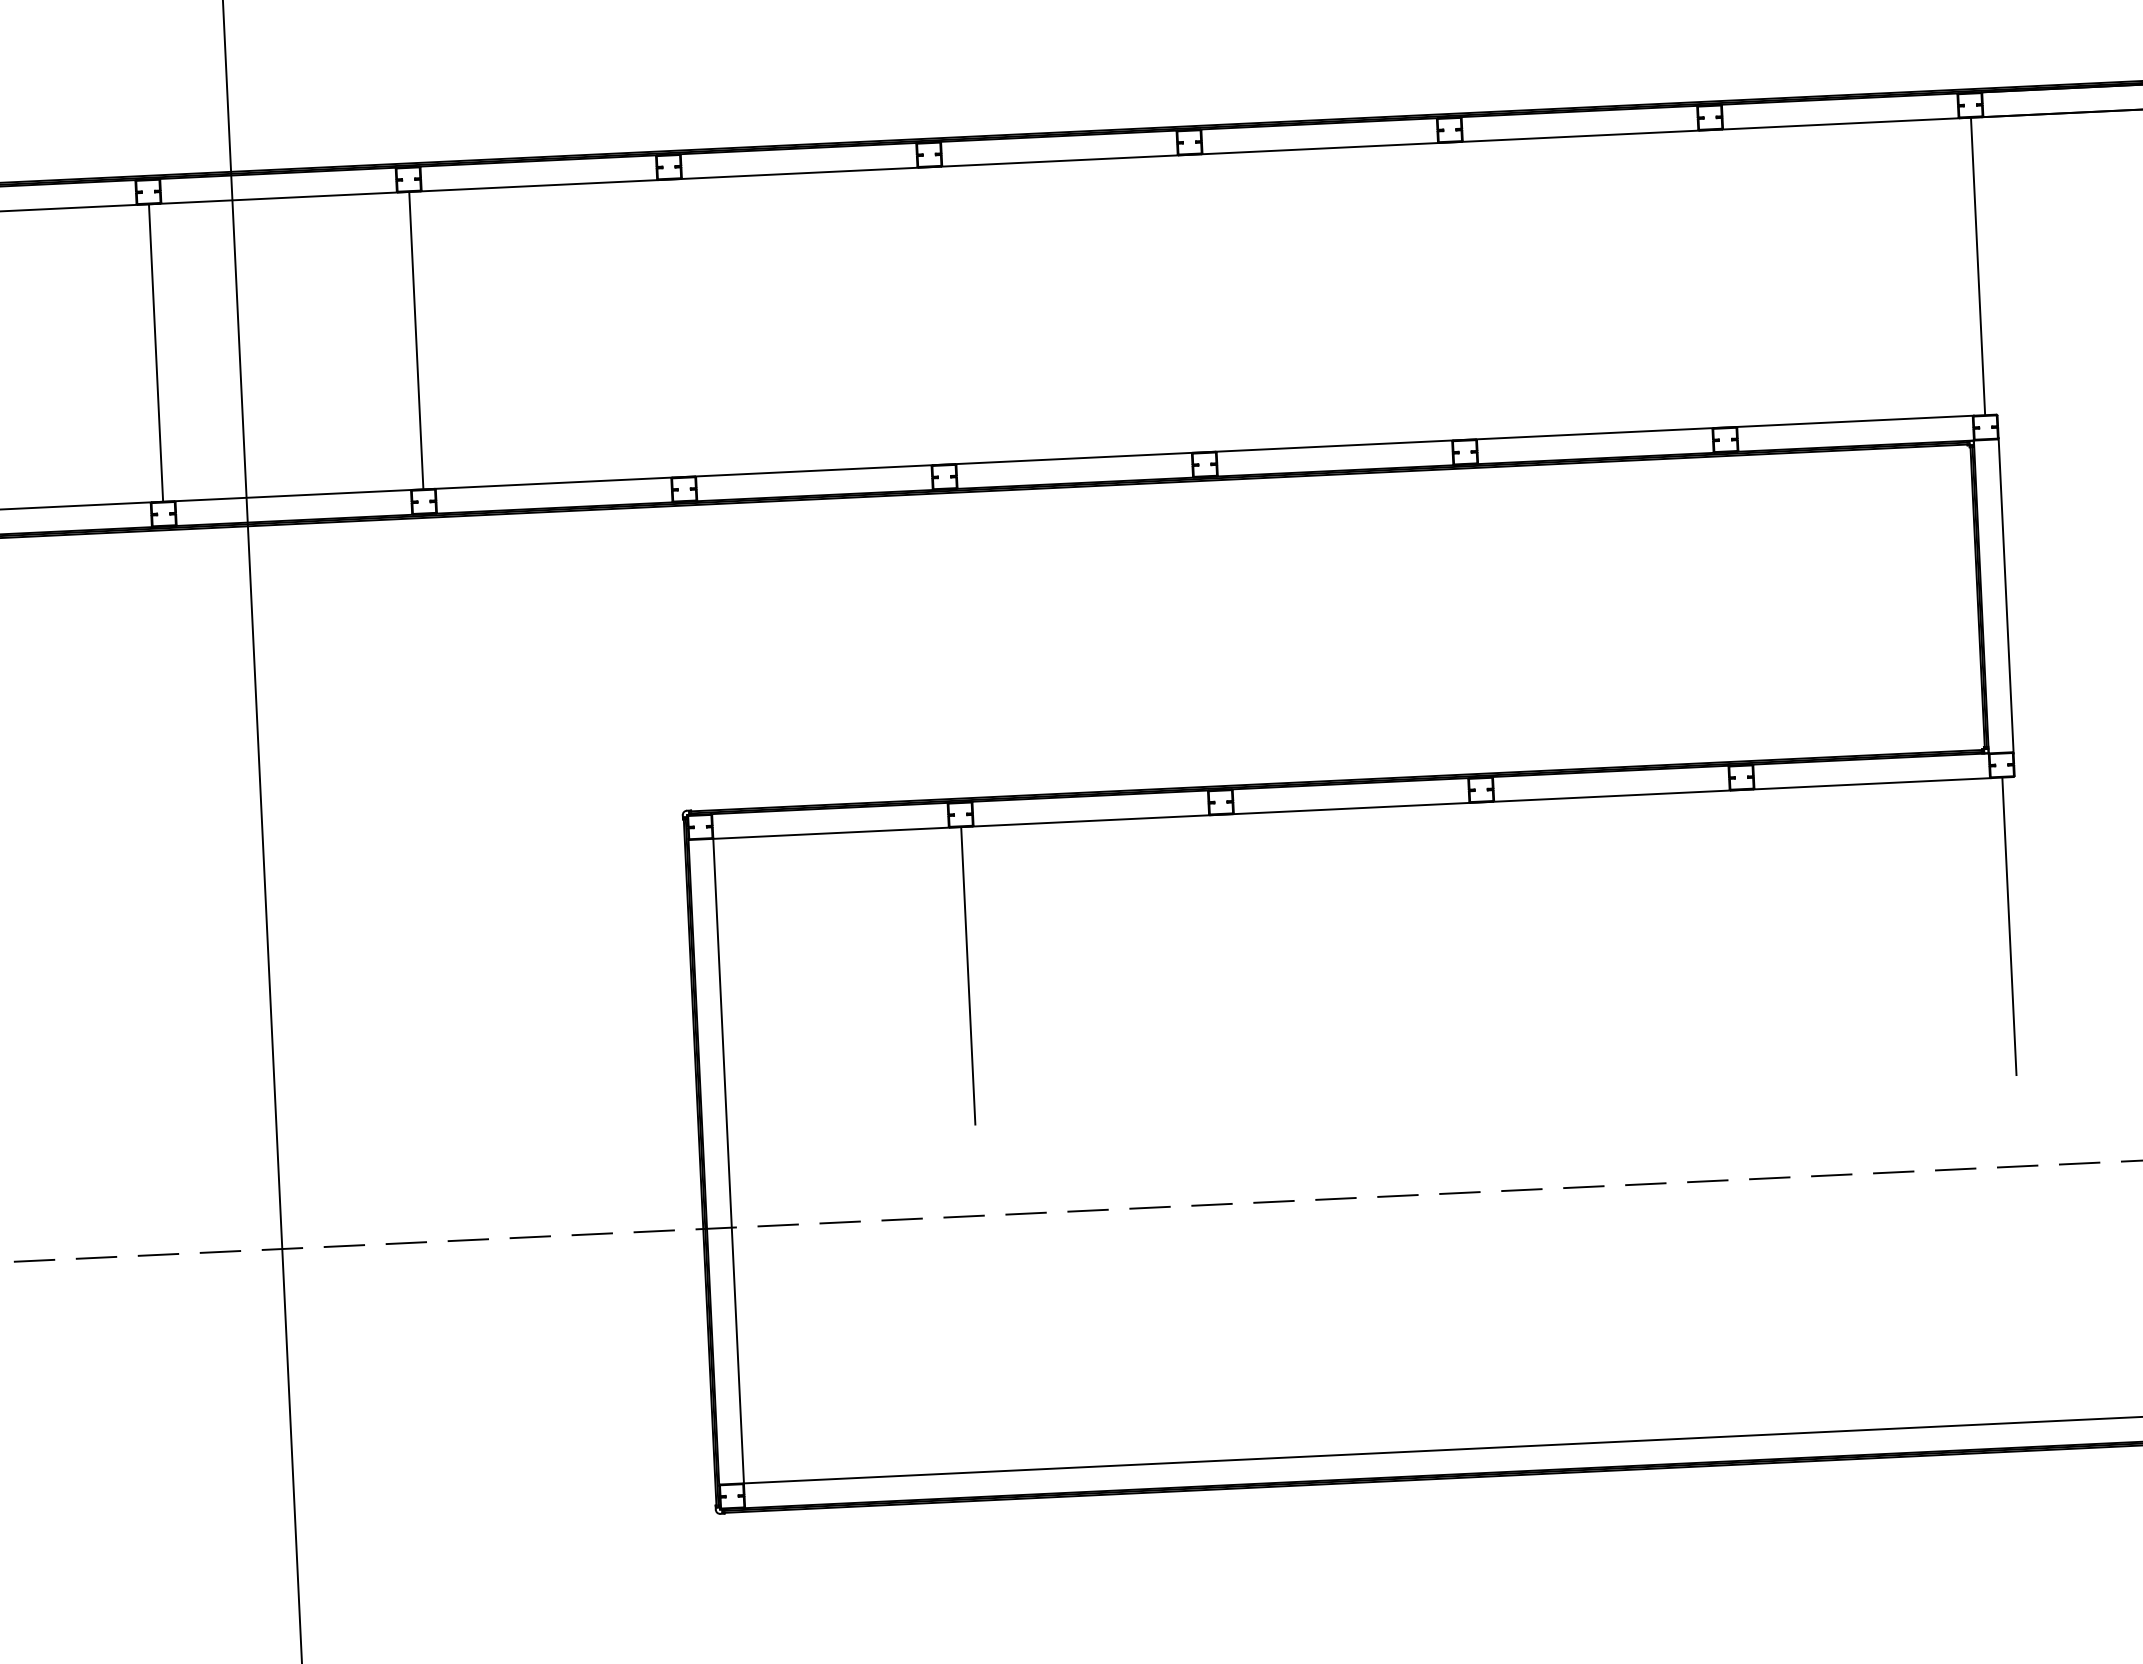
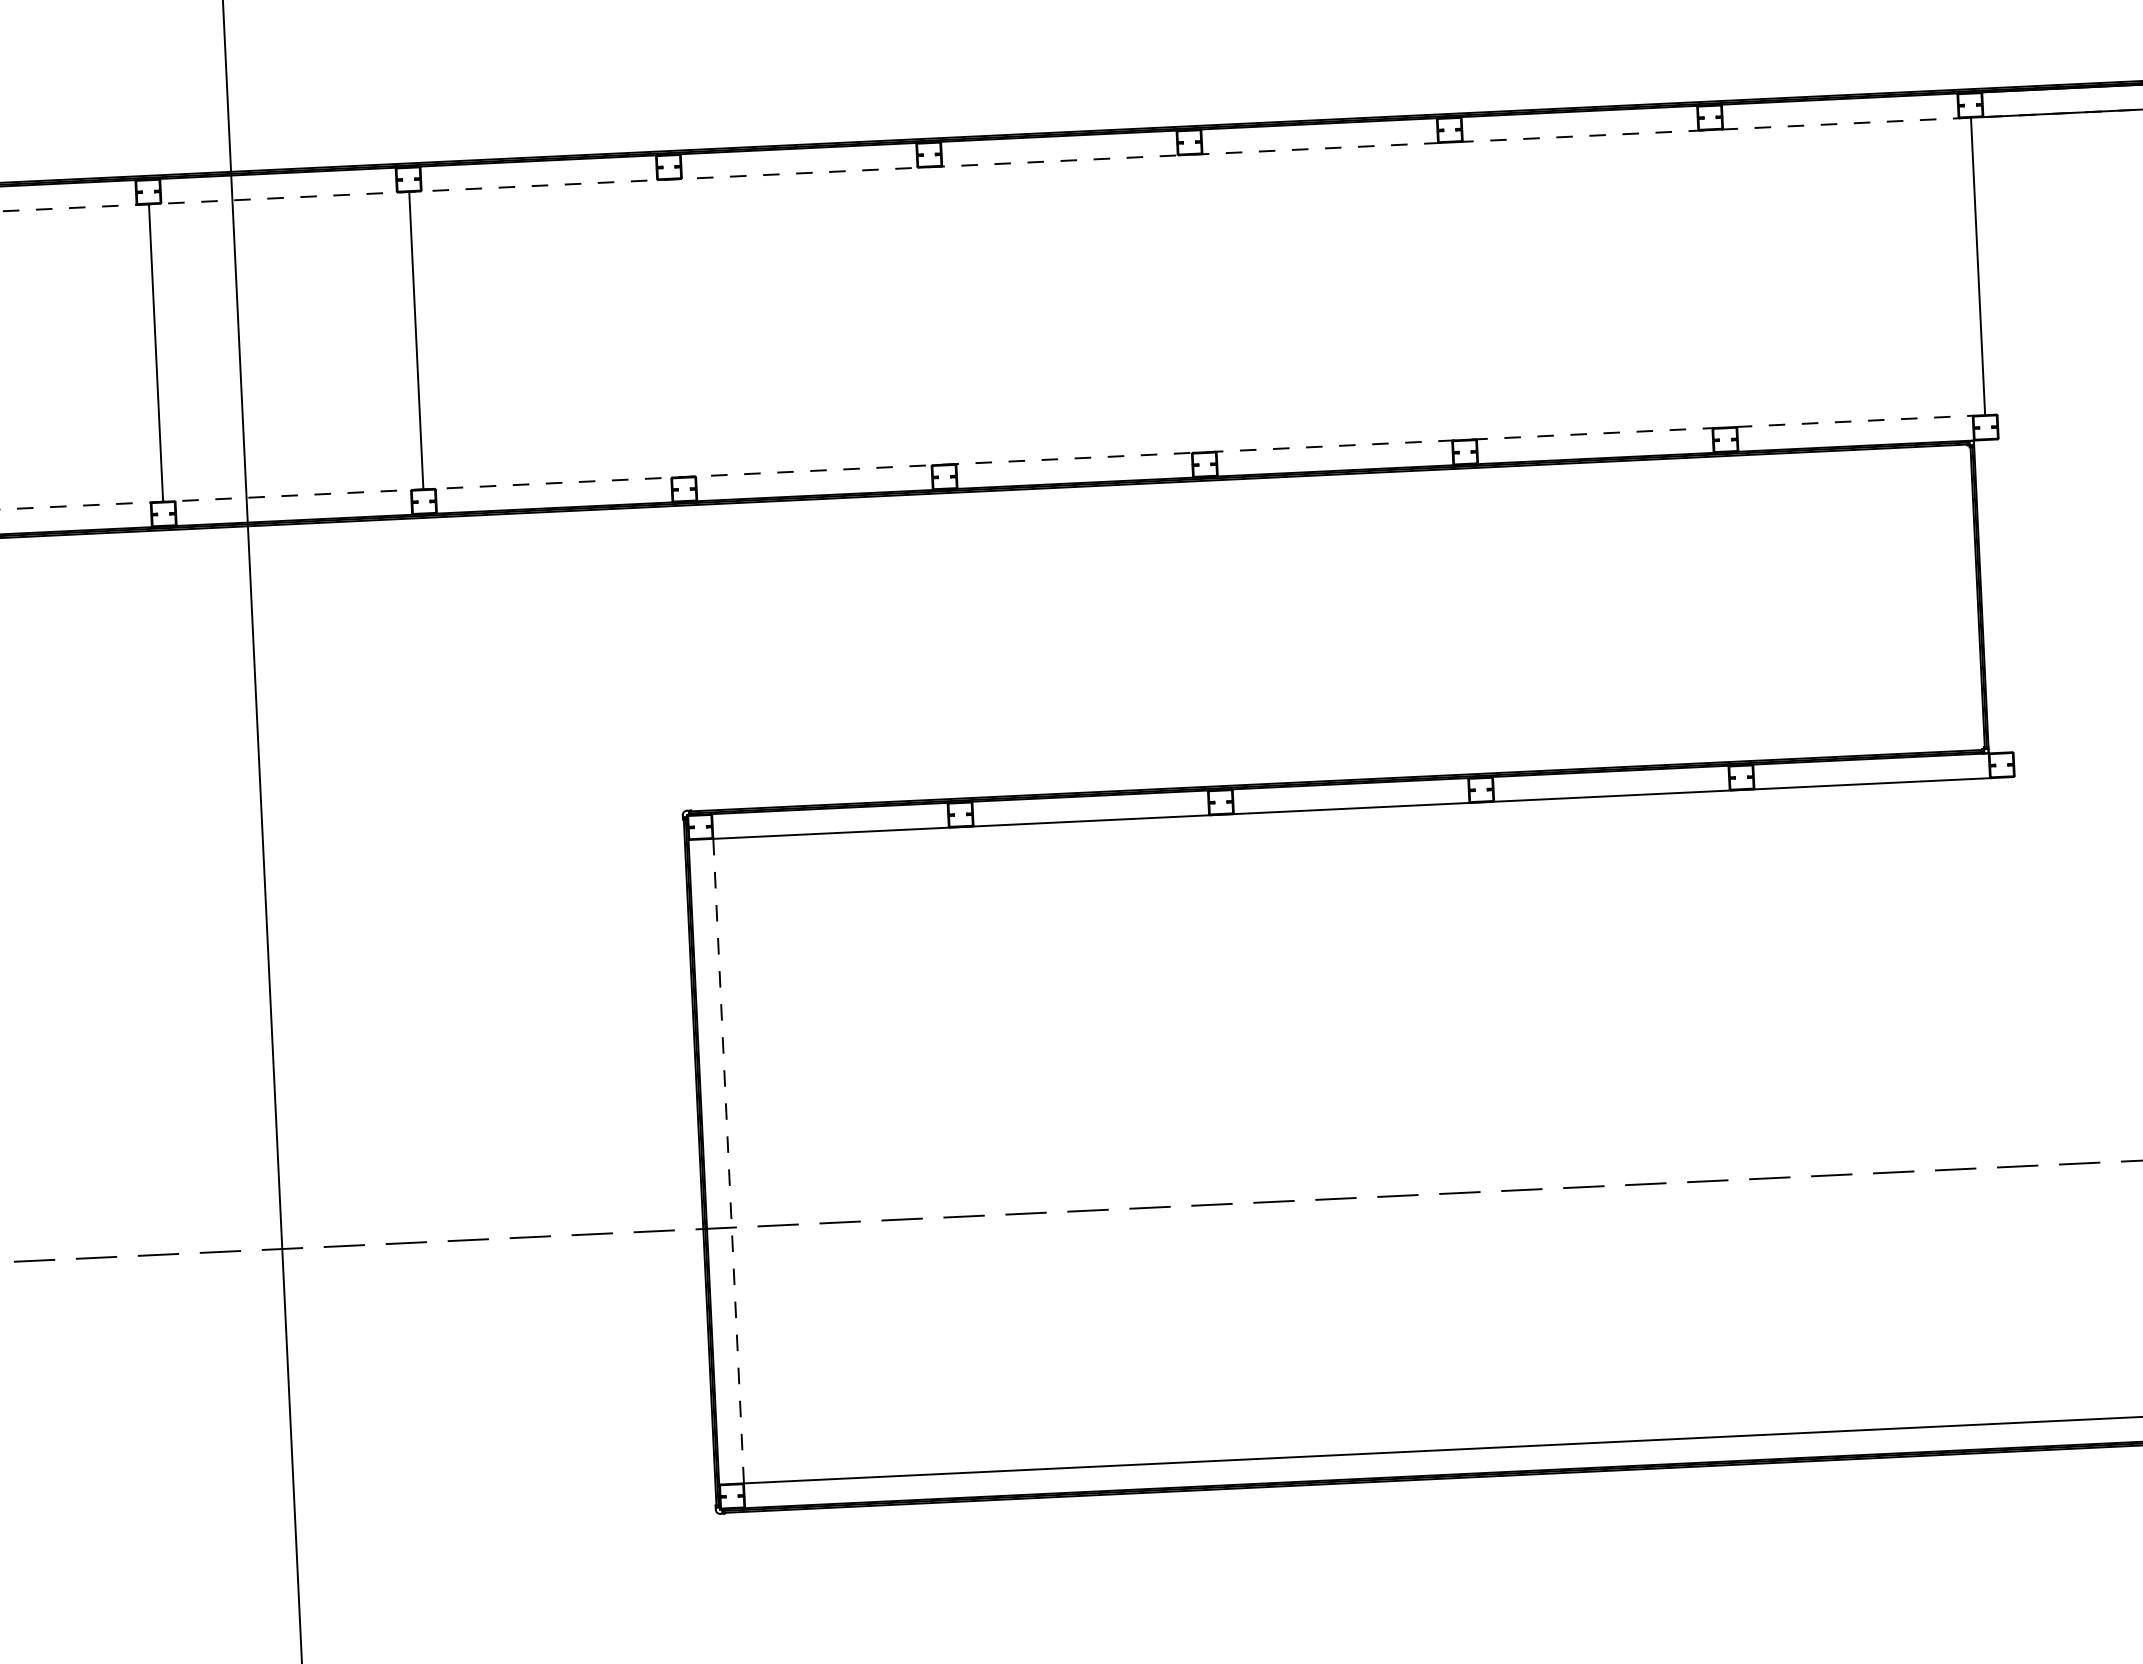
line at (1072, 160): solid -> dashed
line at (987, 462): solid -> dashed
line at (2005, 595): present -> none
line at (2009, 926): present -> none
line at (968, 975): present -> none
line at (728, 1161): solid -> dashed
